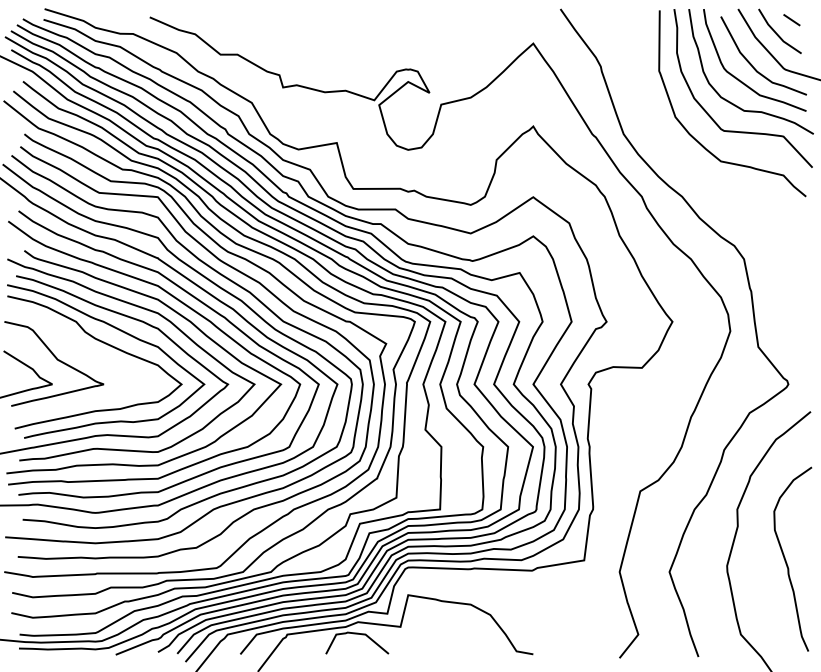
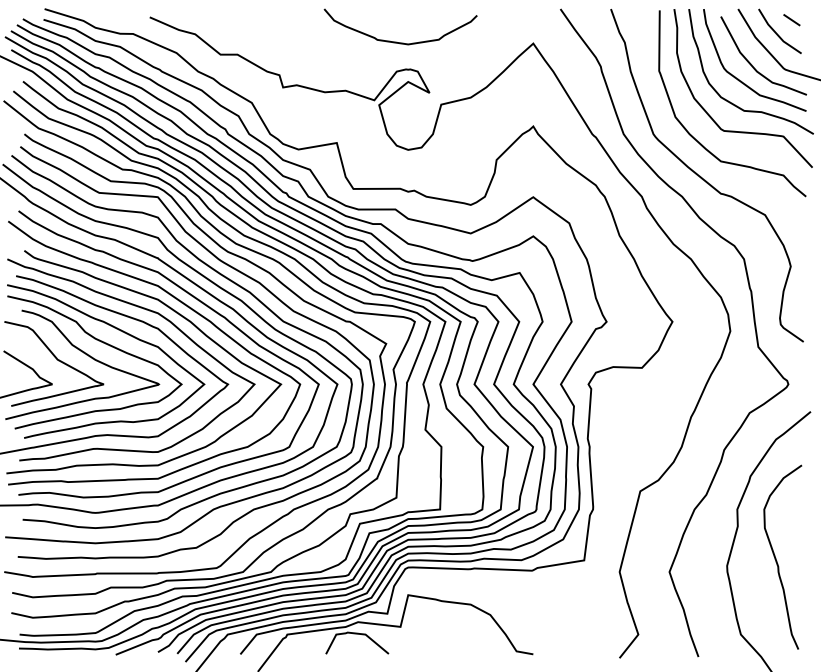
curve at (396, 41): none -> present
curve at (703, 178): none -> present
curve at (86, 355): none -> present
curve at (786, 560) position: (786, 560) -> (776, 558)
